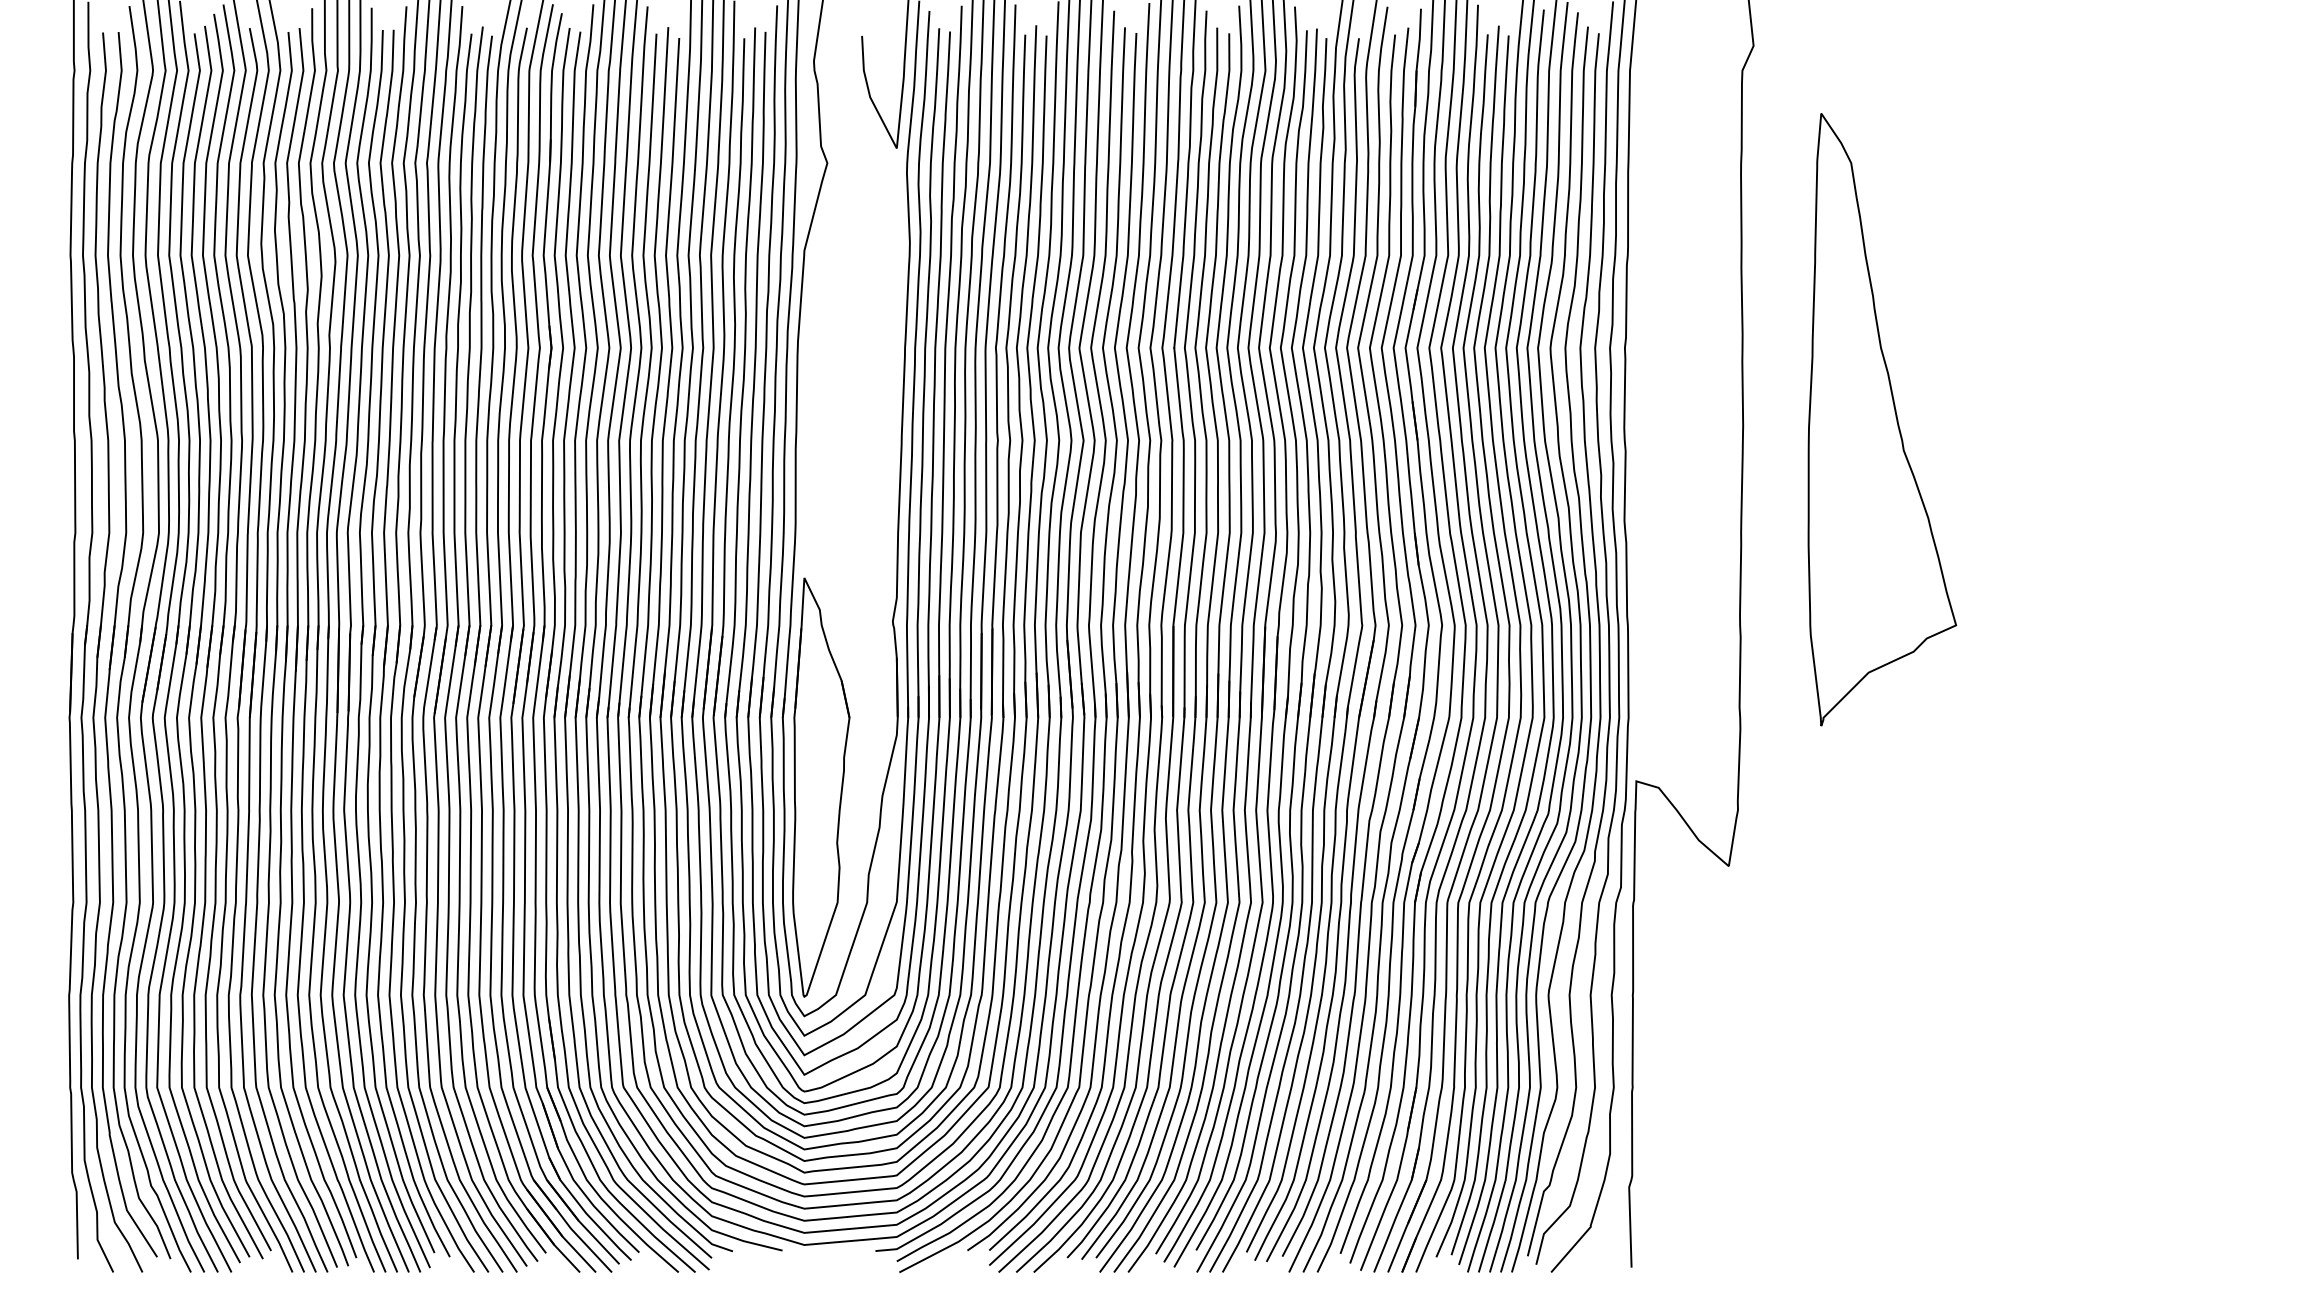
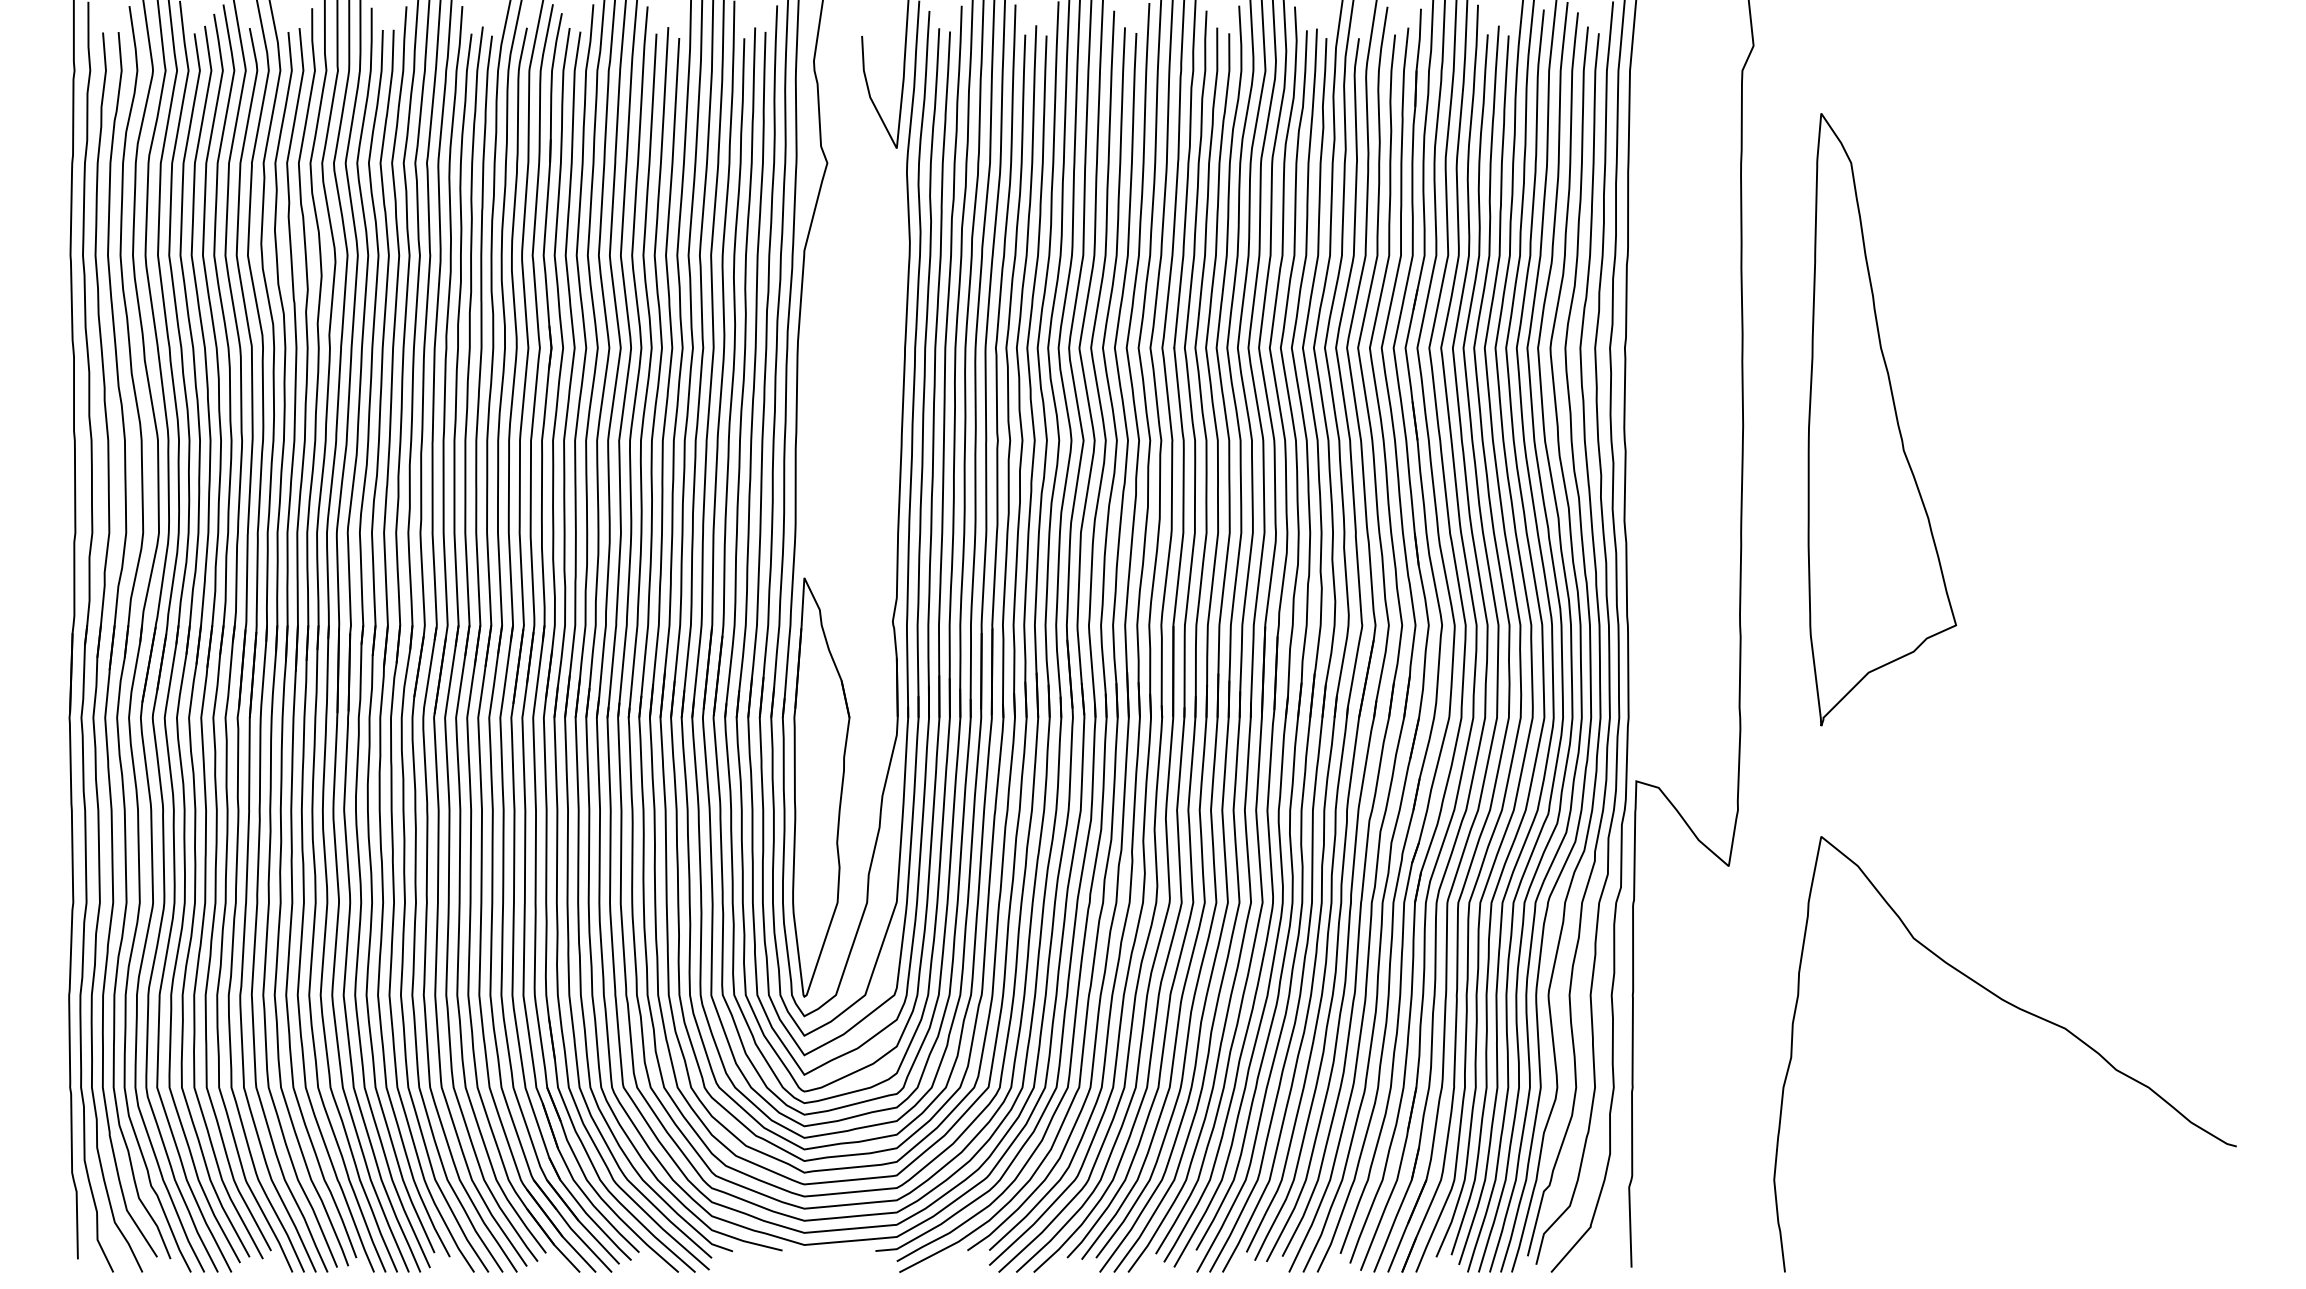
curve at (2020, 1010): none -> present
